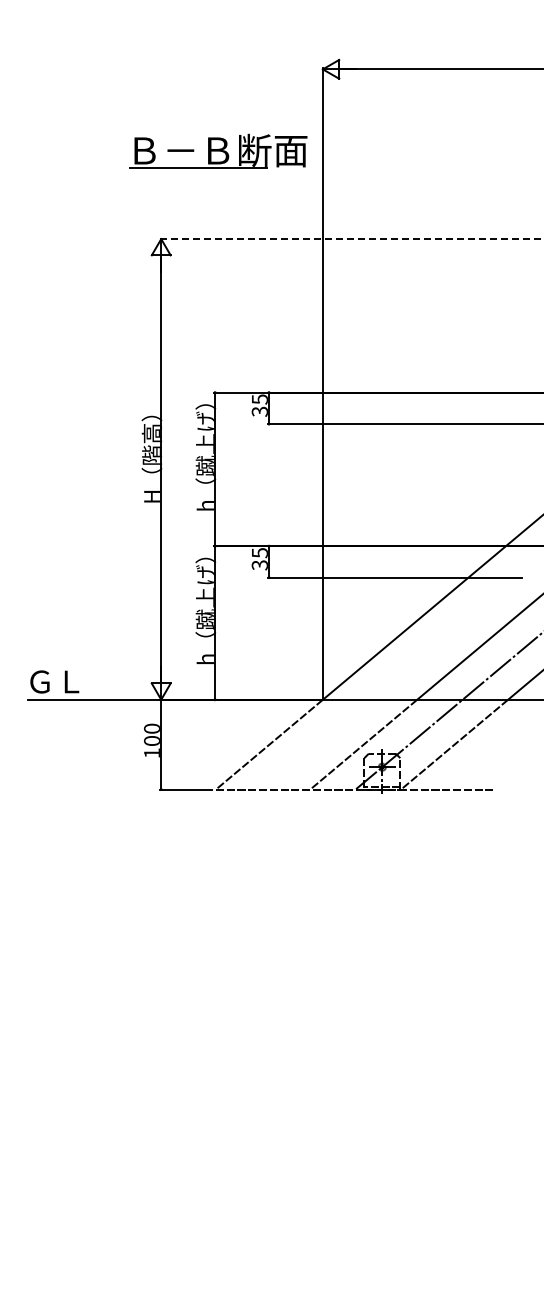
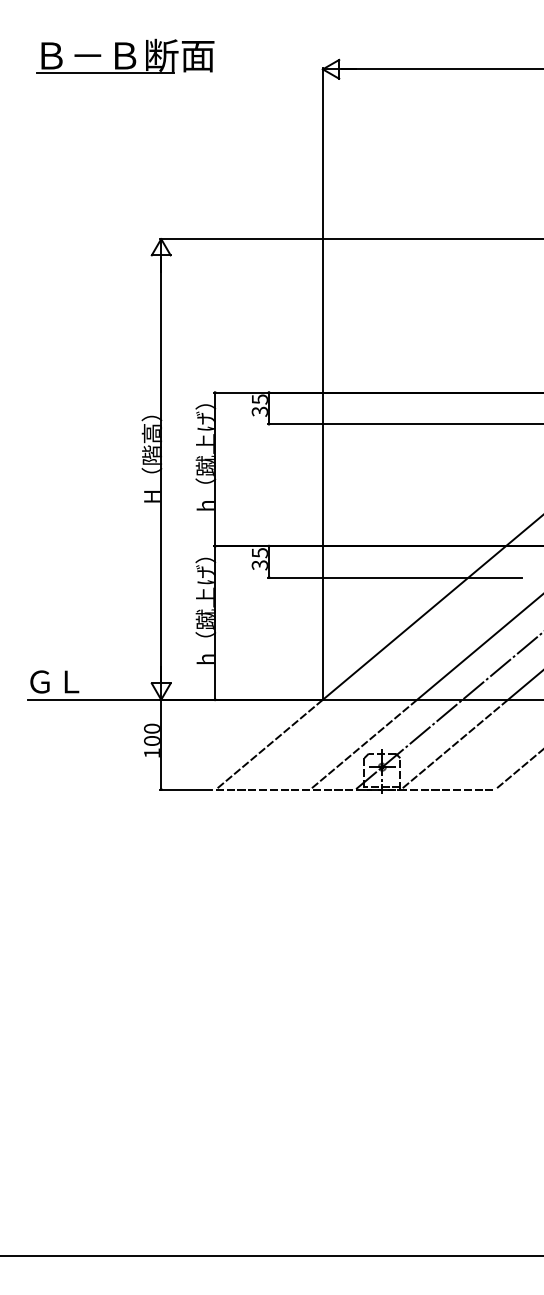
part at (218, 150) position: (218, 150) -> (125, 55)
line at (351, 239): dashed -> solid
line at (517, 770): none -> present
line at (271, 1256): none -> present
